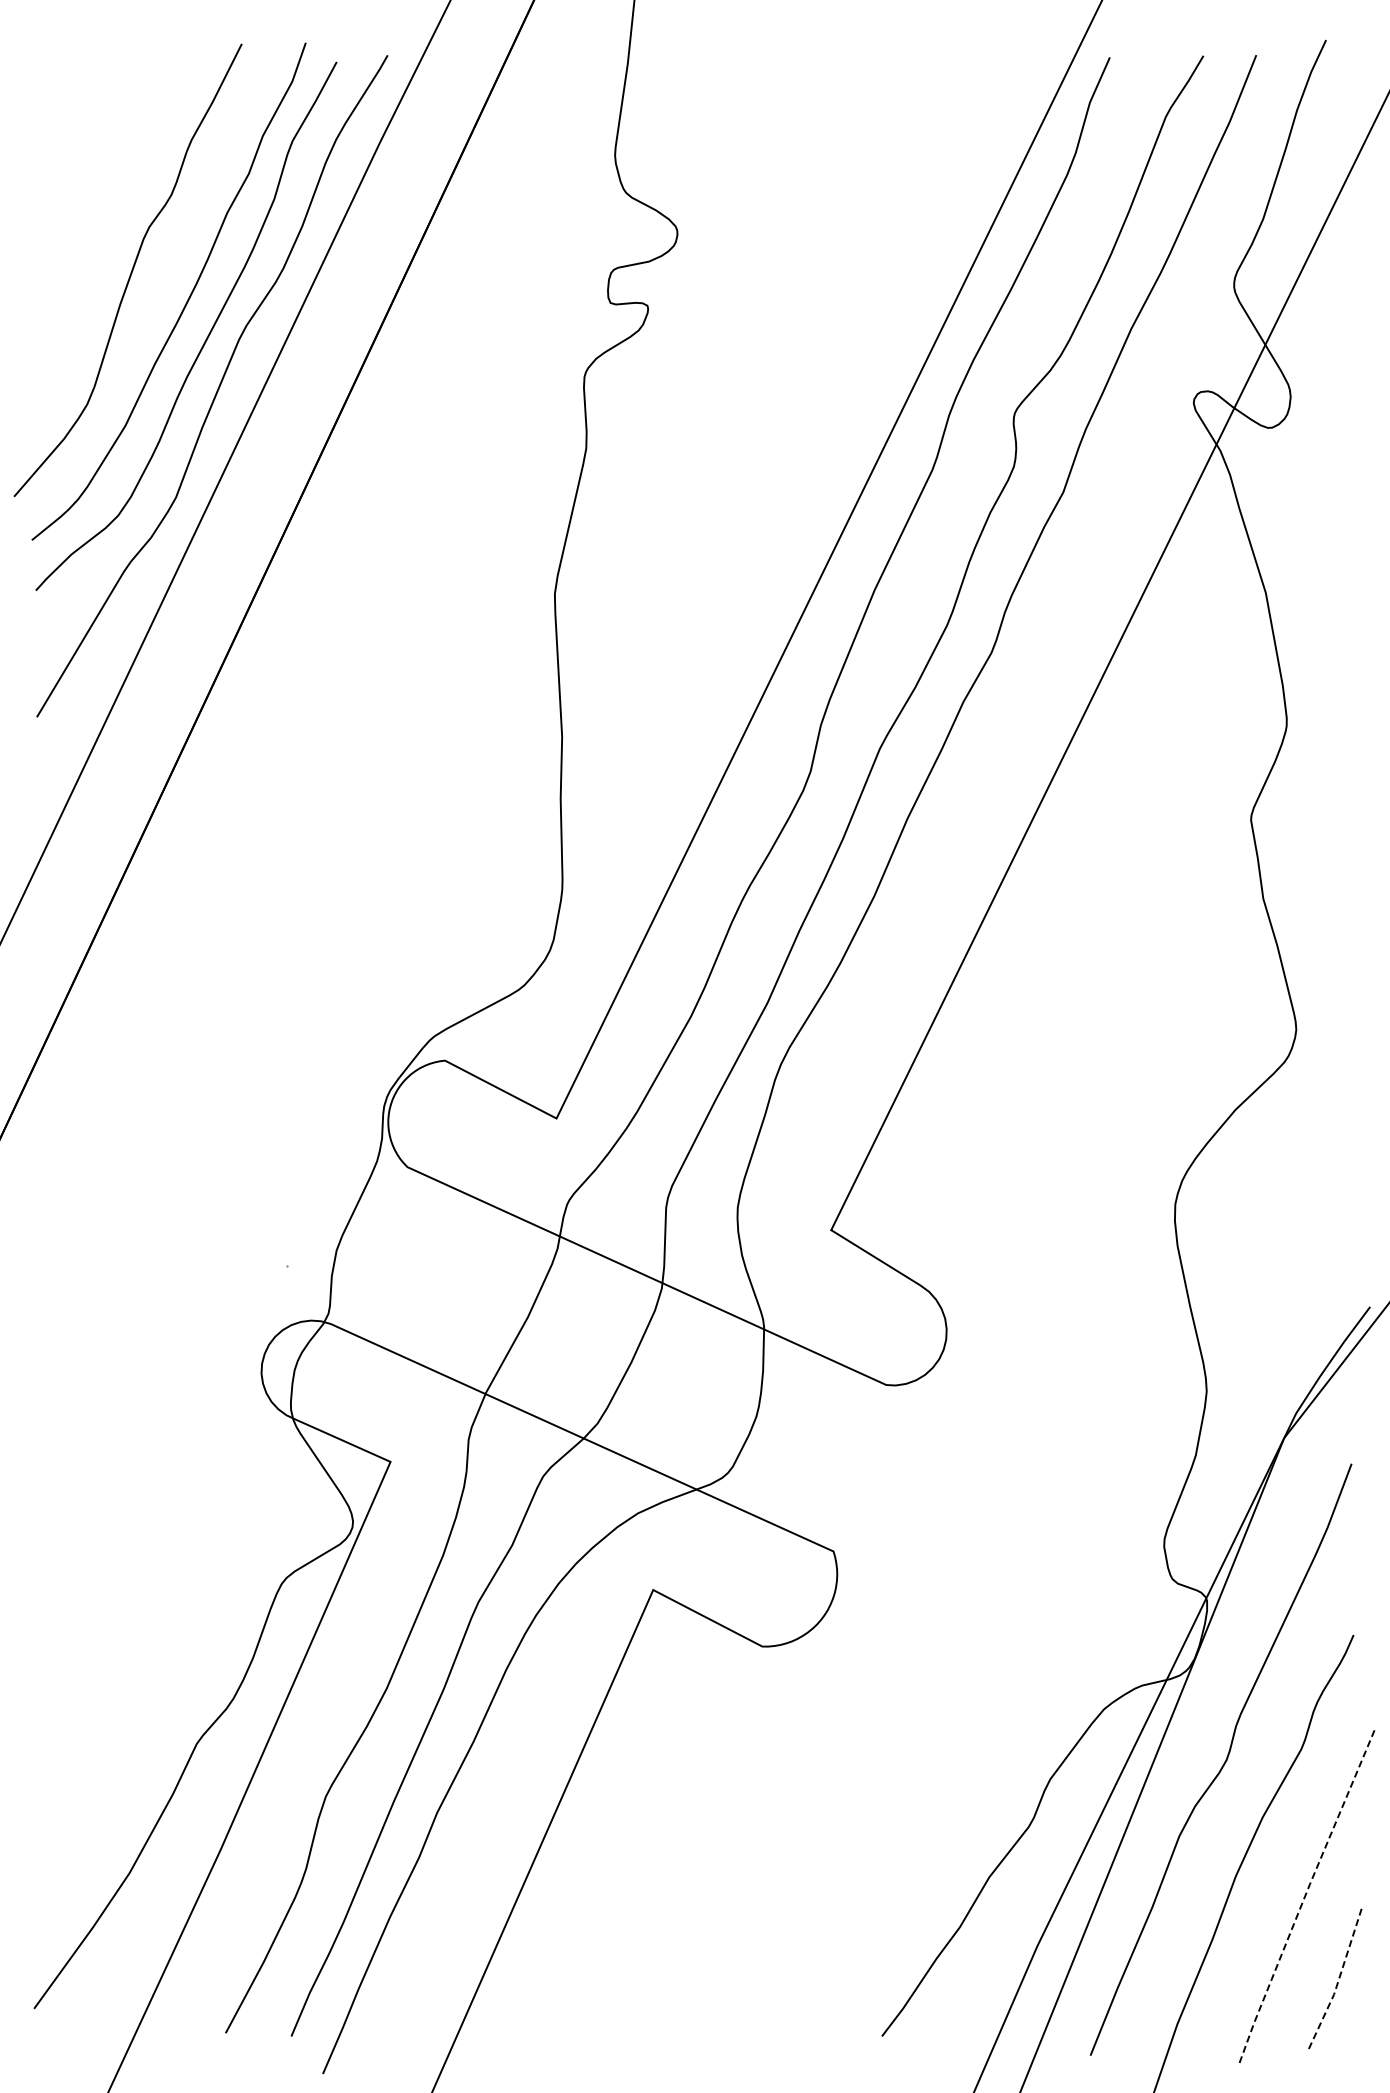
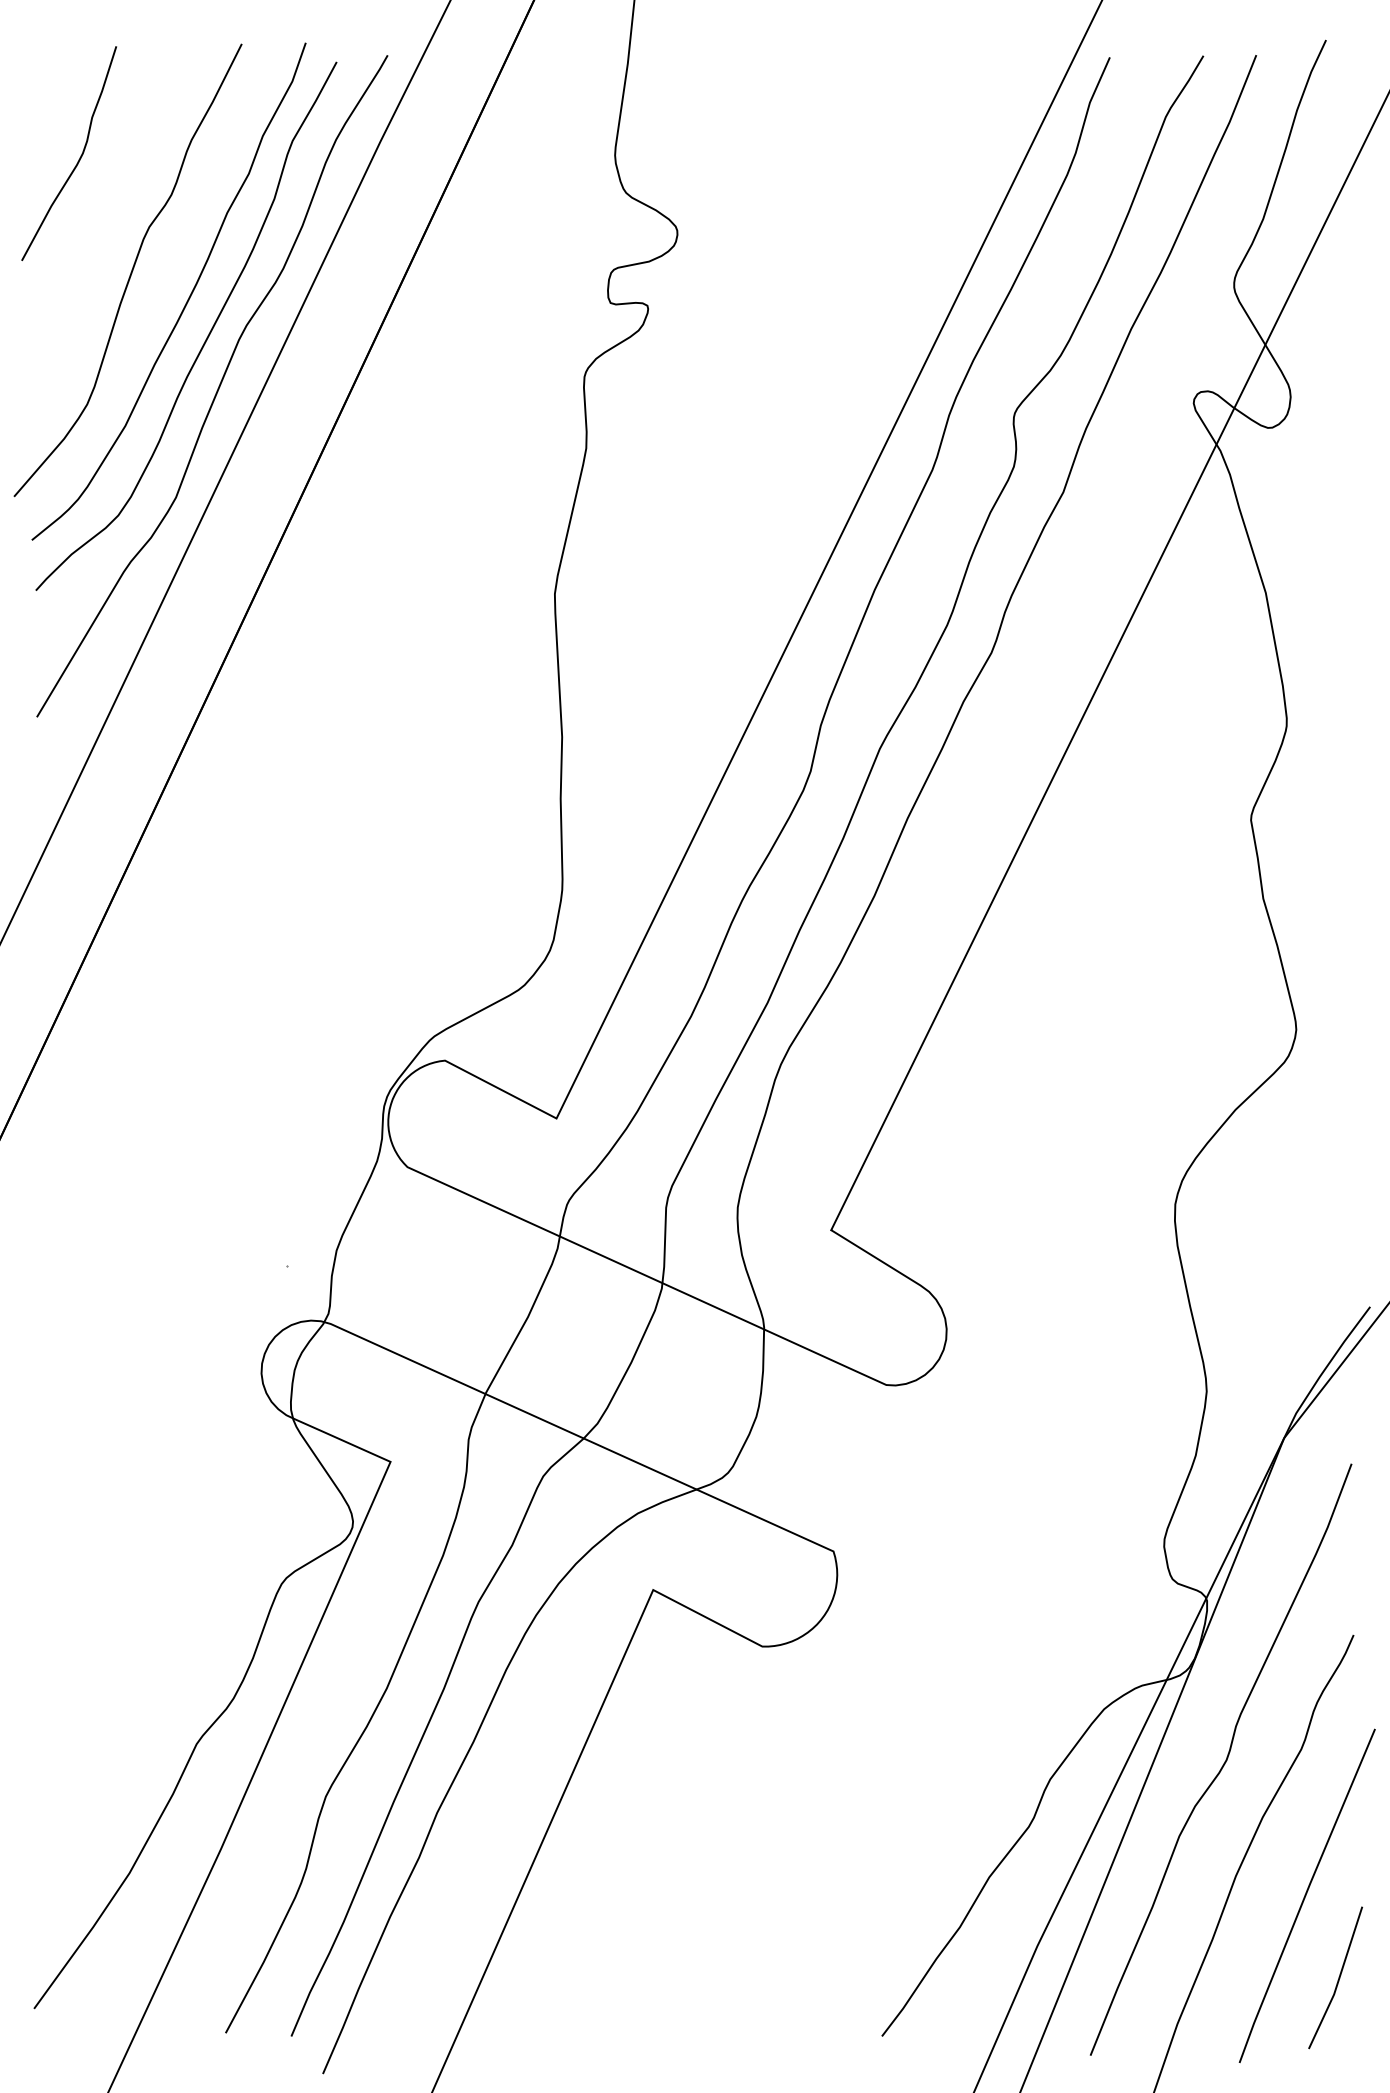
curve at (79, 157): none -> present
line at (1305, 1895): dashed -> solid
line at (1338, 1979): dashed -> solid
